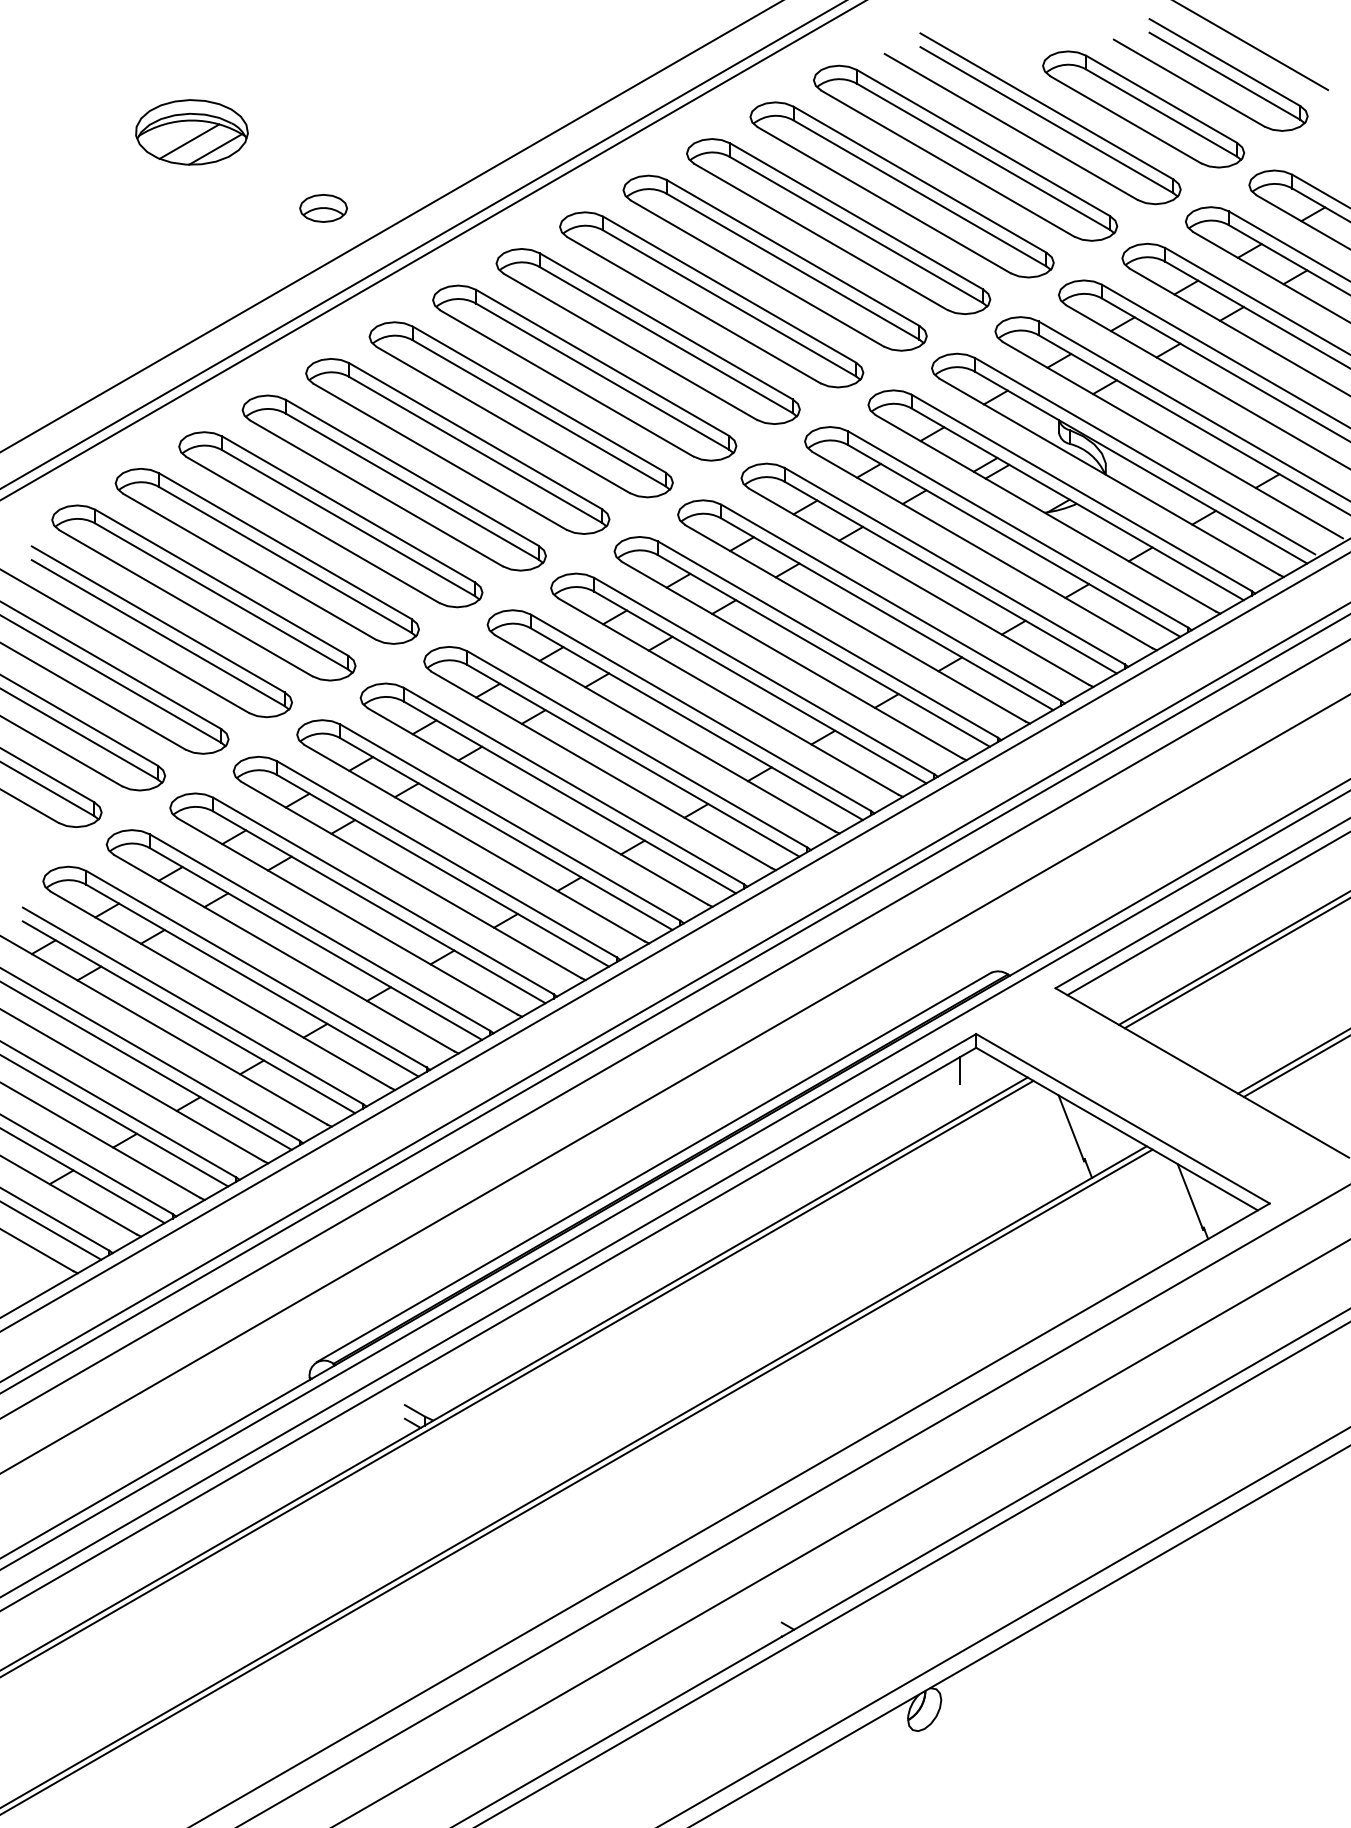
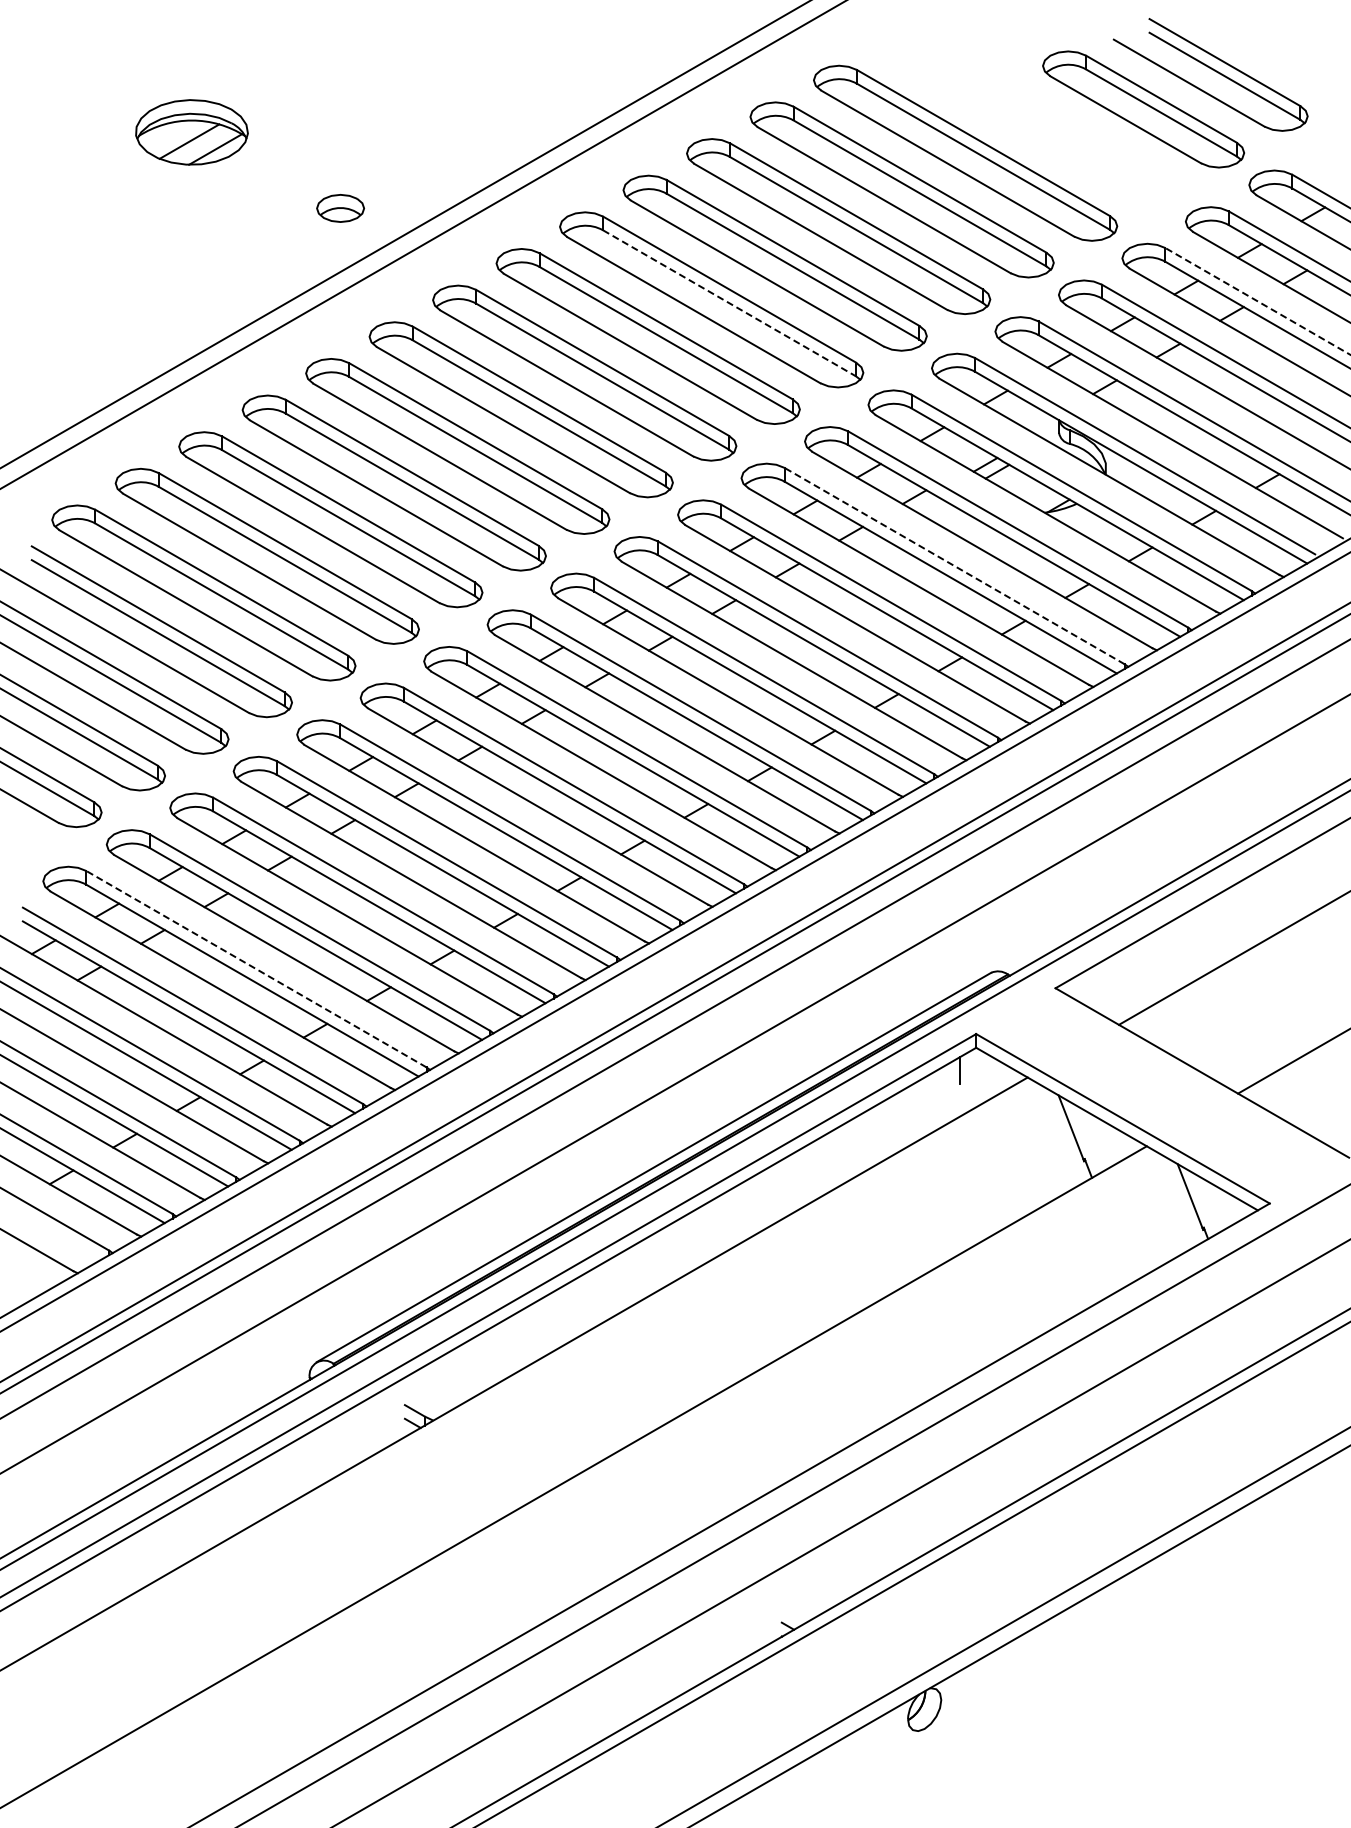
line at (1251, 46): present -> none
part at (1032, 118): present -> none
part at (323, 208) position: (323, 208) -> (340, 208)
line at (390, 226) position: (390, 226) -> (404, 234)
line at (432, 250): present -> none
line at (1258, 301): solid -> dashed
line at (729, 303): solid -> dashed
line at (954, 565): solid -> dashed
line at (1207, 914): present -> none
line at (1235, 963): present -> none
line at (256, 968): solid -> dashed
line at (1295, 1066): present -> none
line at (51, 1230): present -> none
line at (517, 1378): present -> none
line at (577, 1481): present -> none
